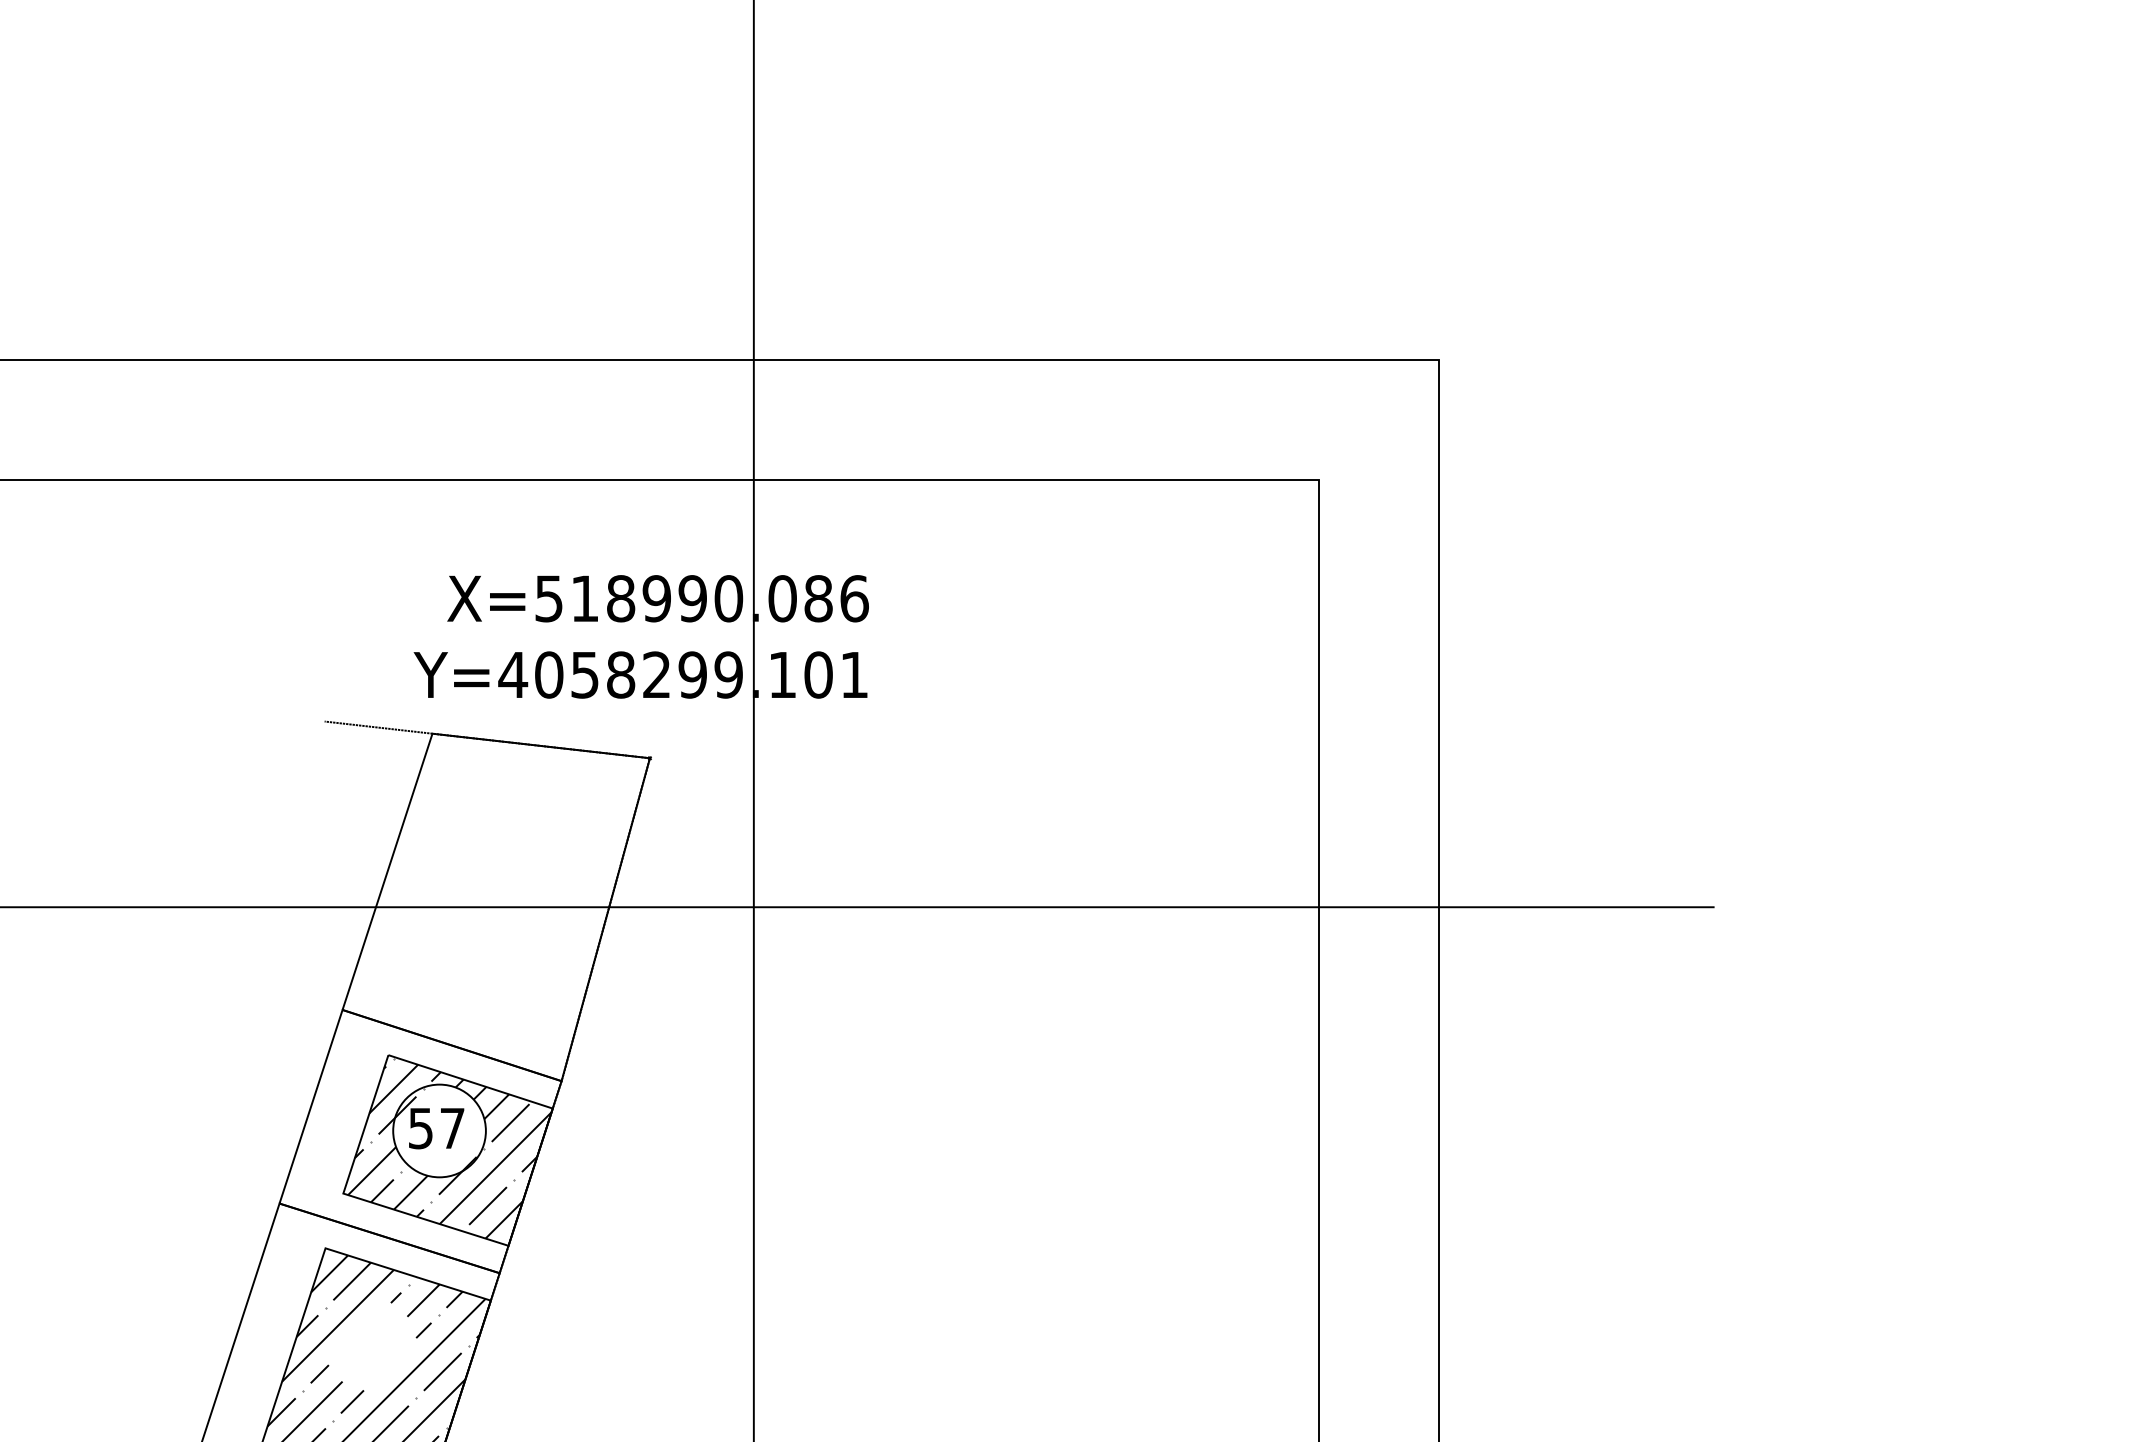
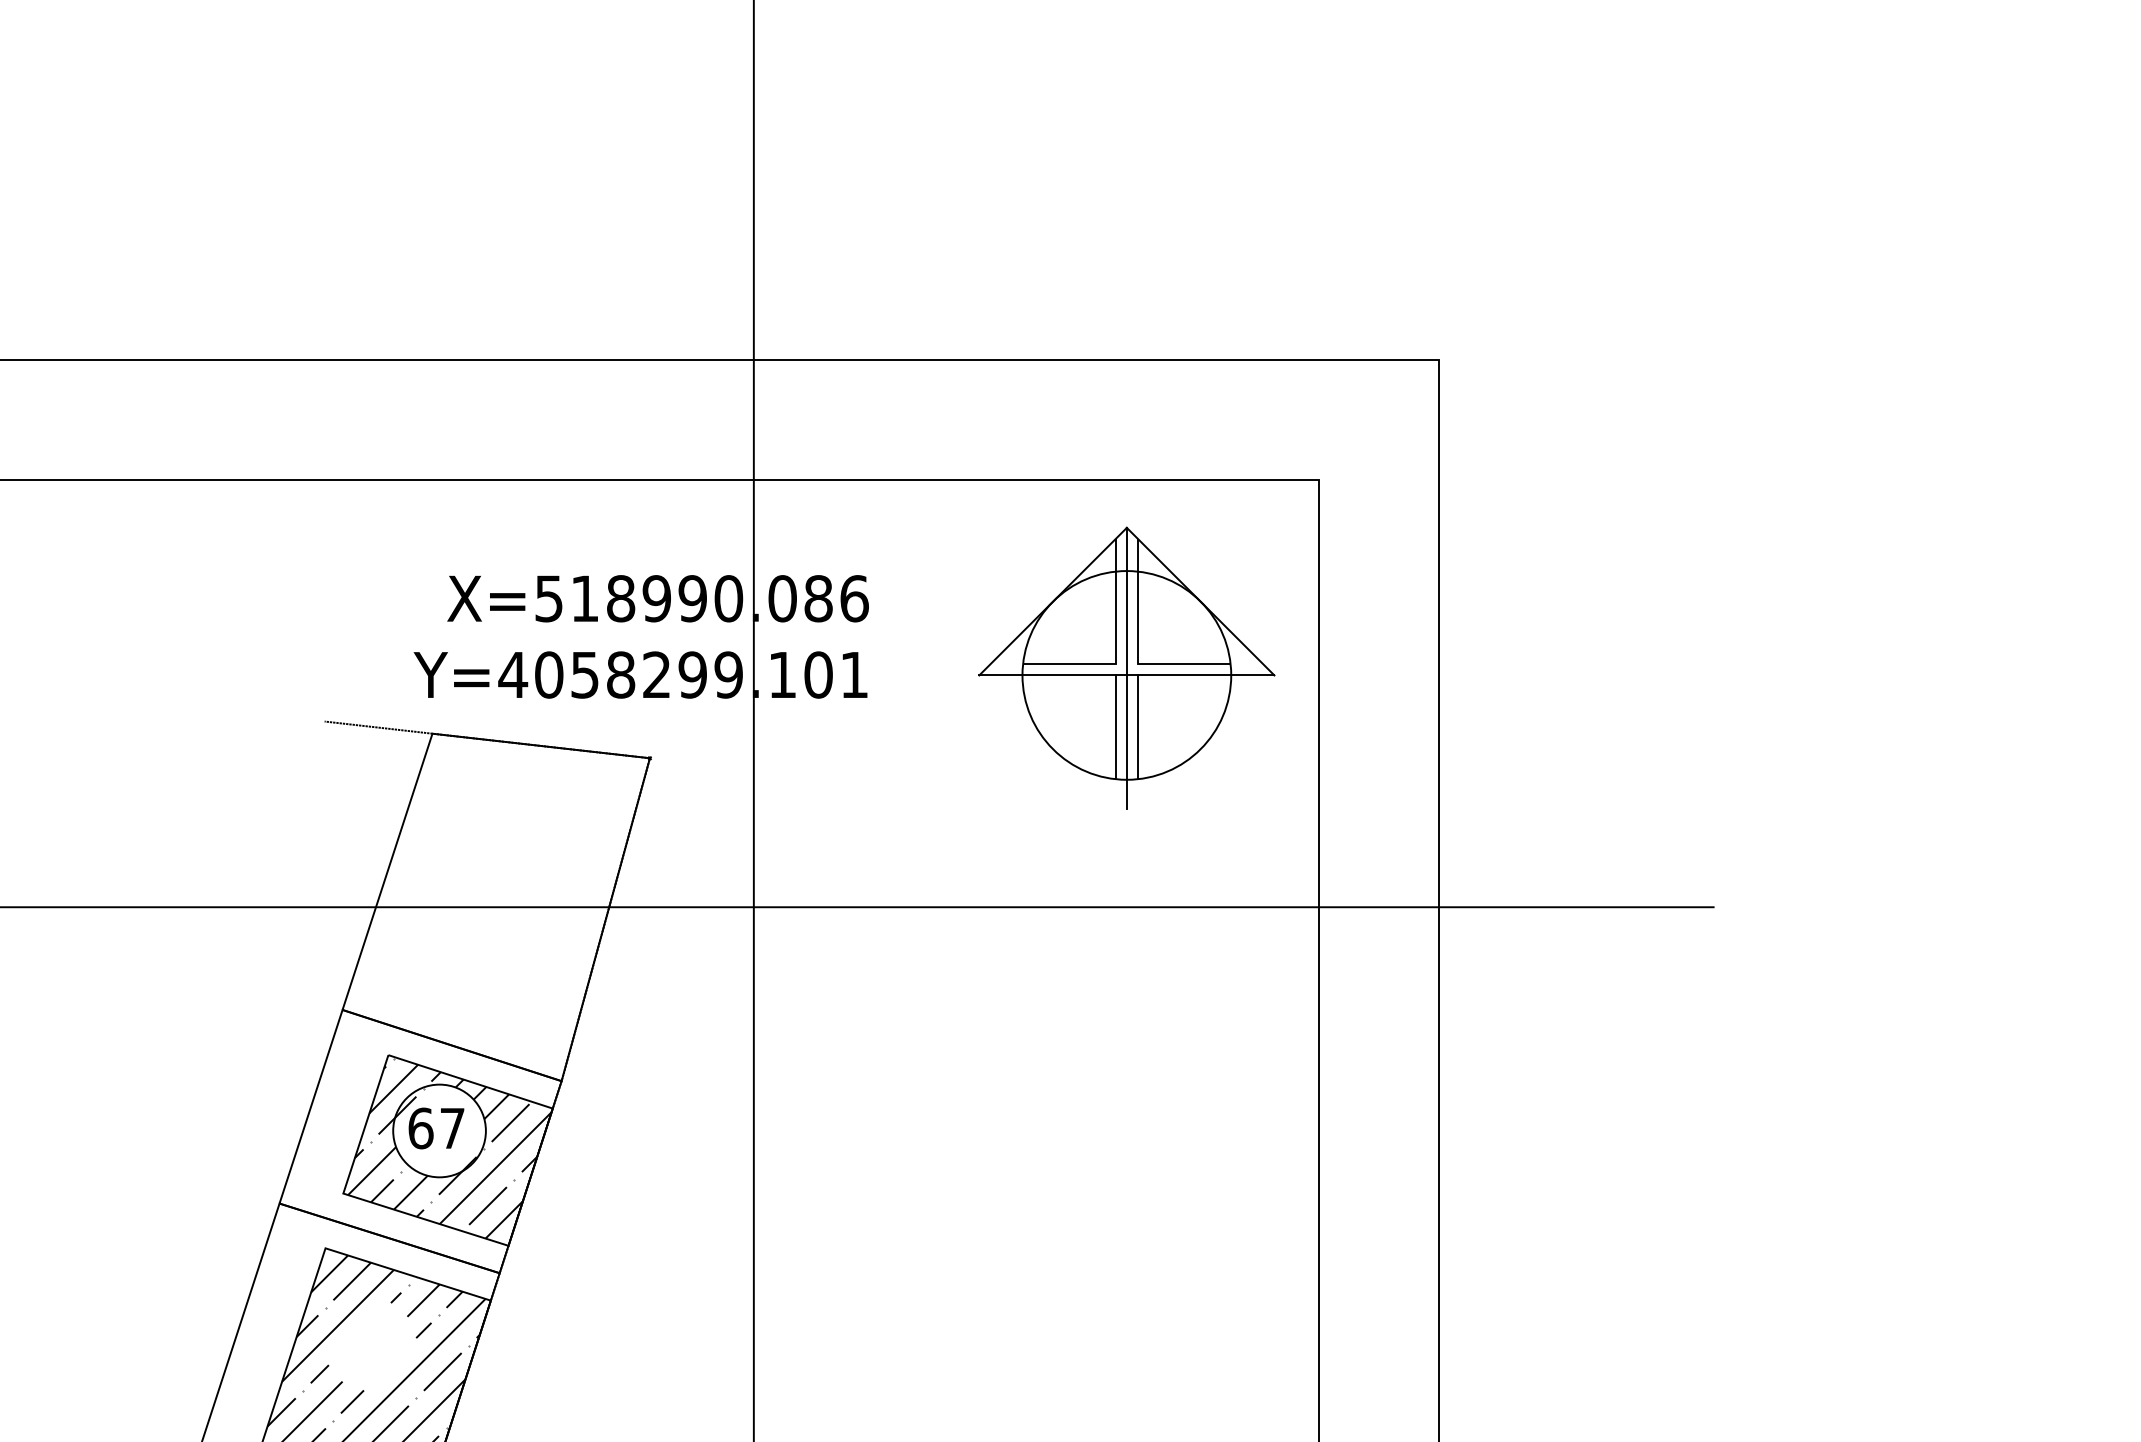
part at (1126, 667): none -> present
text at (420, 1128): 57 -> 67
